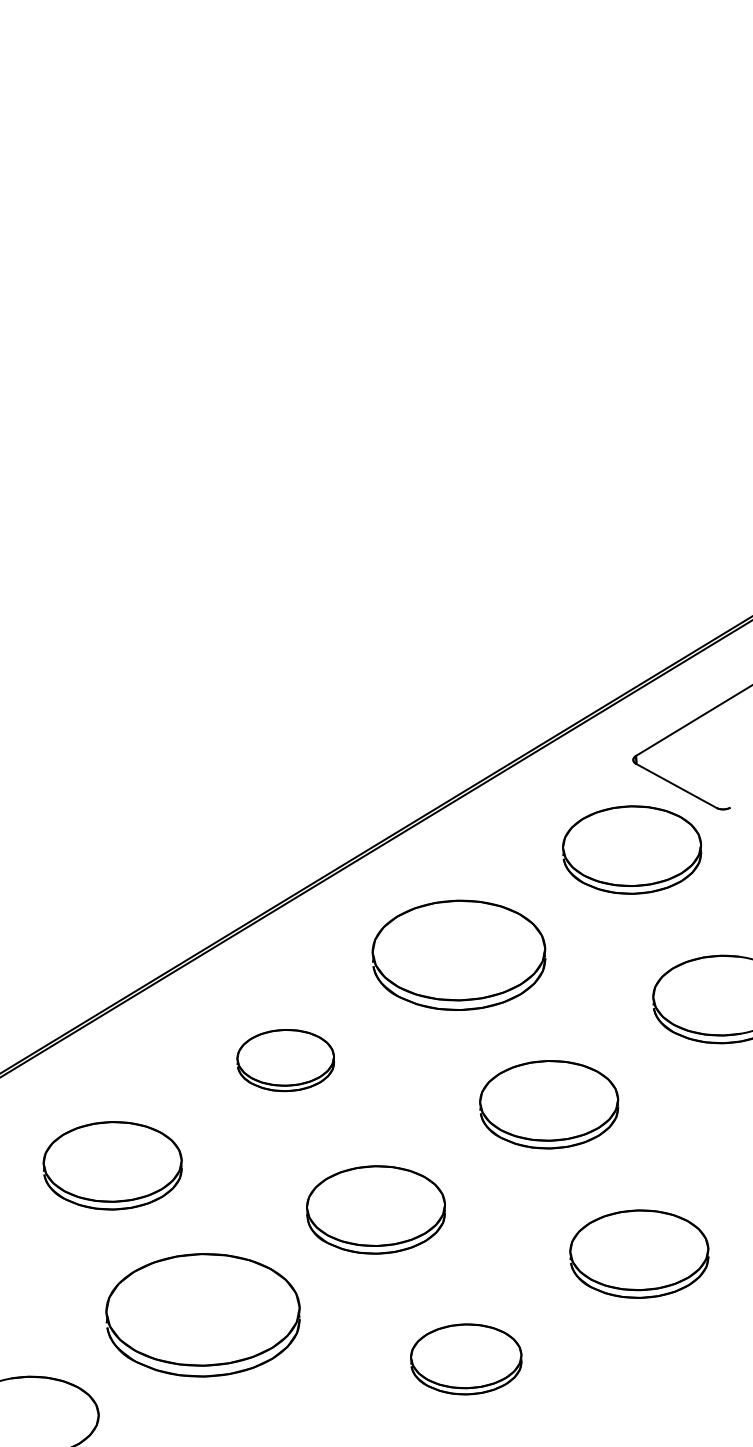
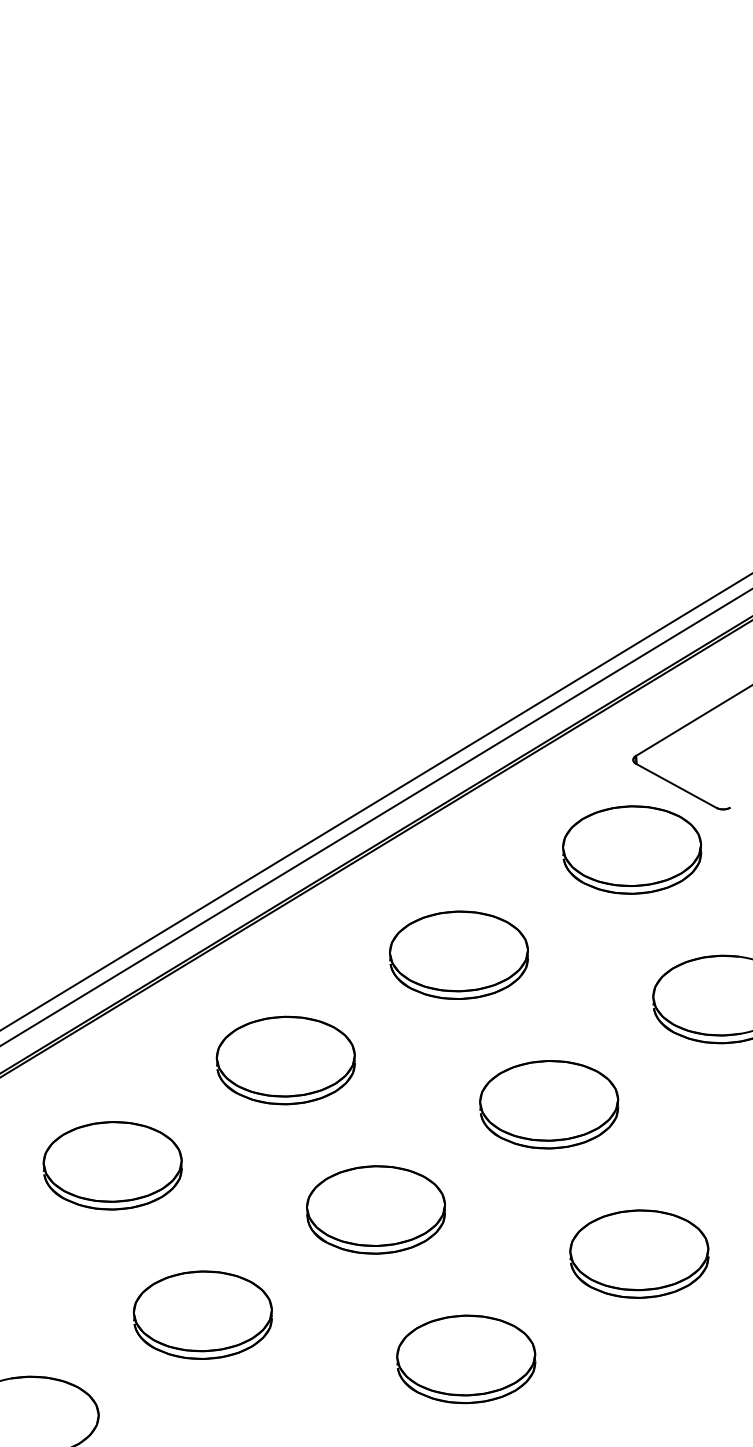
line at (375, 802): none -> present
line at (375, 817): none -> present
part at (458, 954) size: 176x112 px -> 140x90 px
part at (285, 1060) size: 100x64 px -> 141x91 px
part at (202, 1315) size: 196x125 px -> 141x90 px
part at (466, 1359) size: 113x73 px -> 141x91 px
